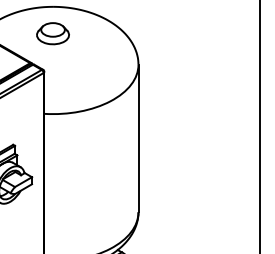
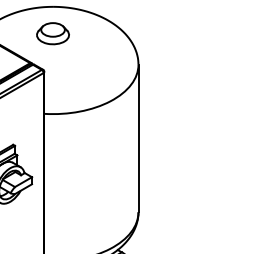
line at (259, 126): present -> none
